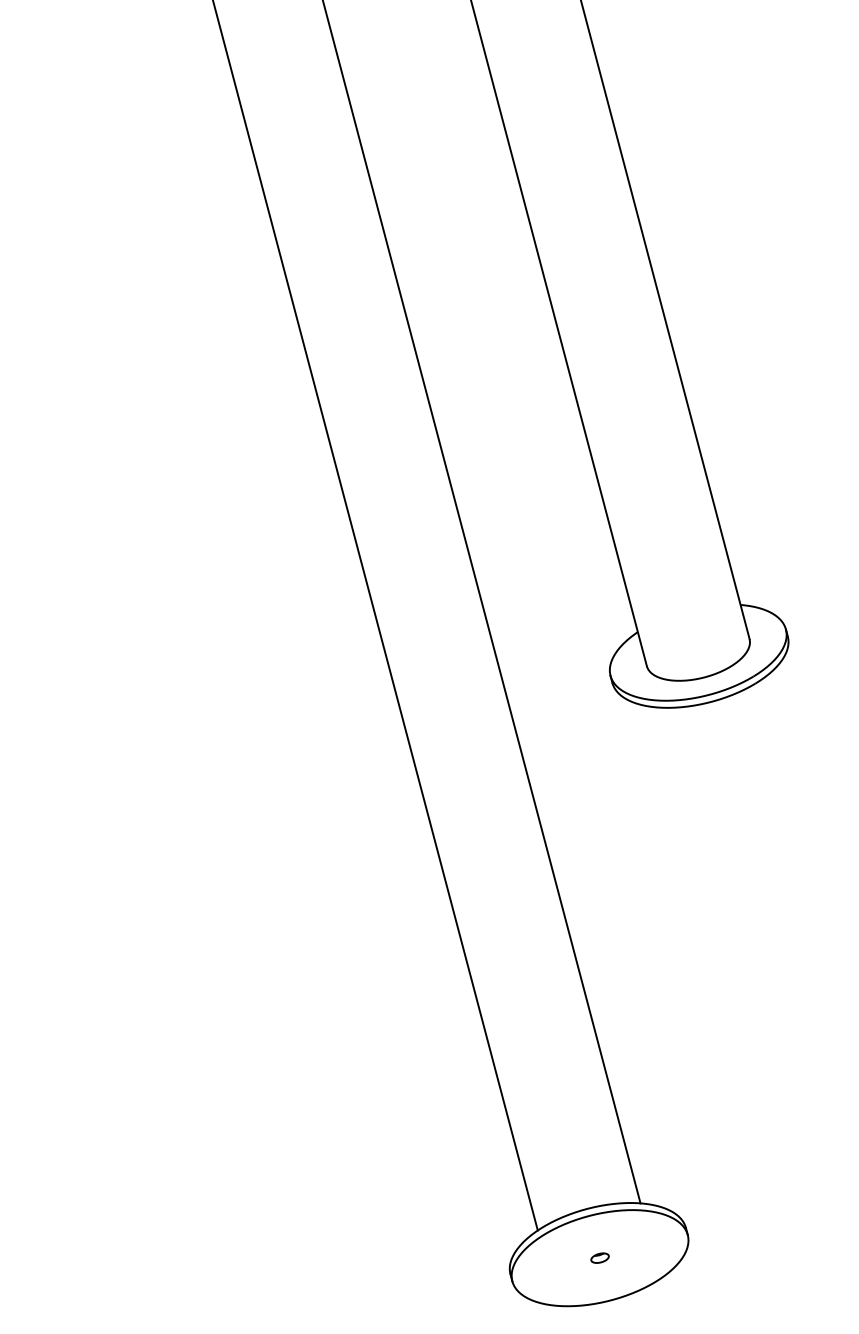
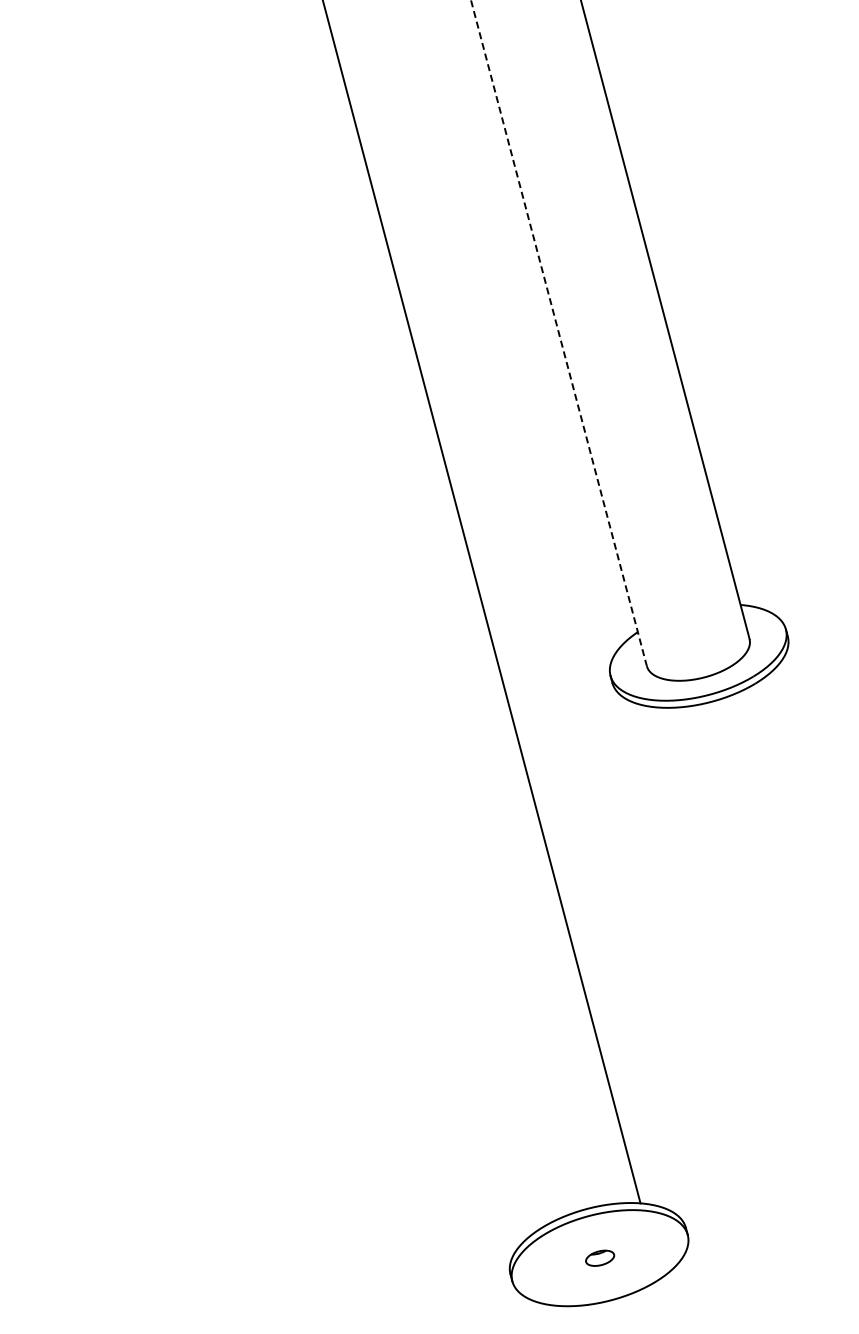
line at (559, 333): solid -> dashed
line at (375, 616): present -> none
part at (599, 1257) size: 20x12 px -> 31x18 px
